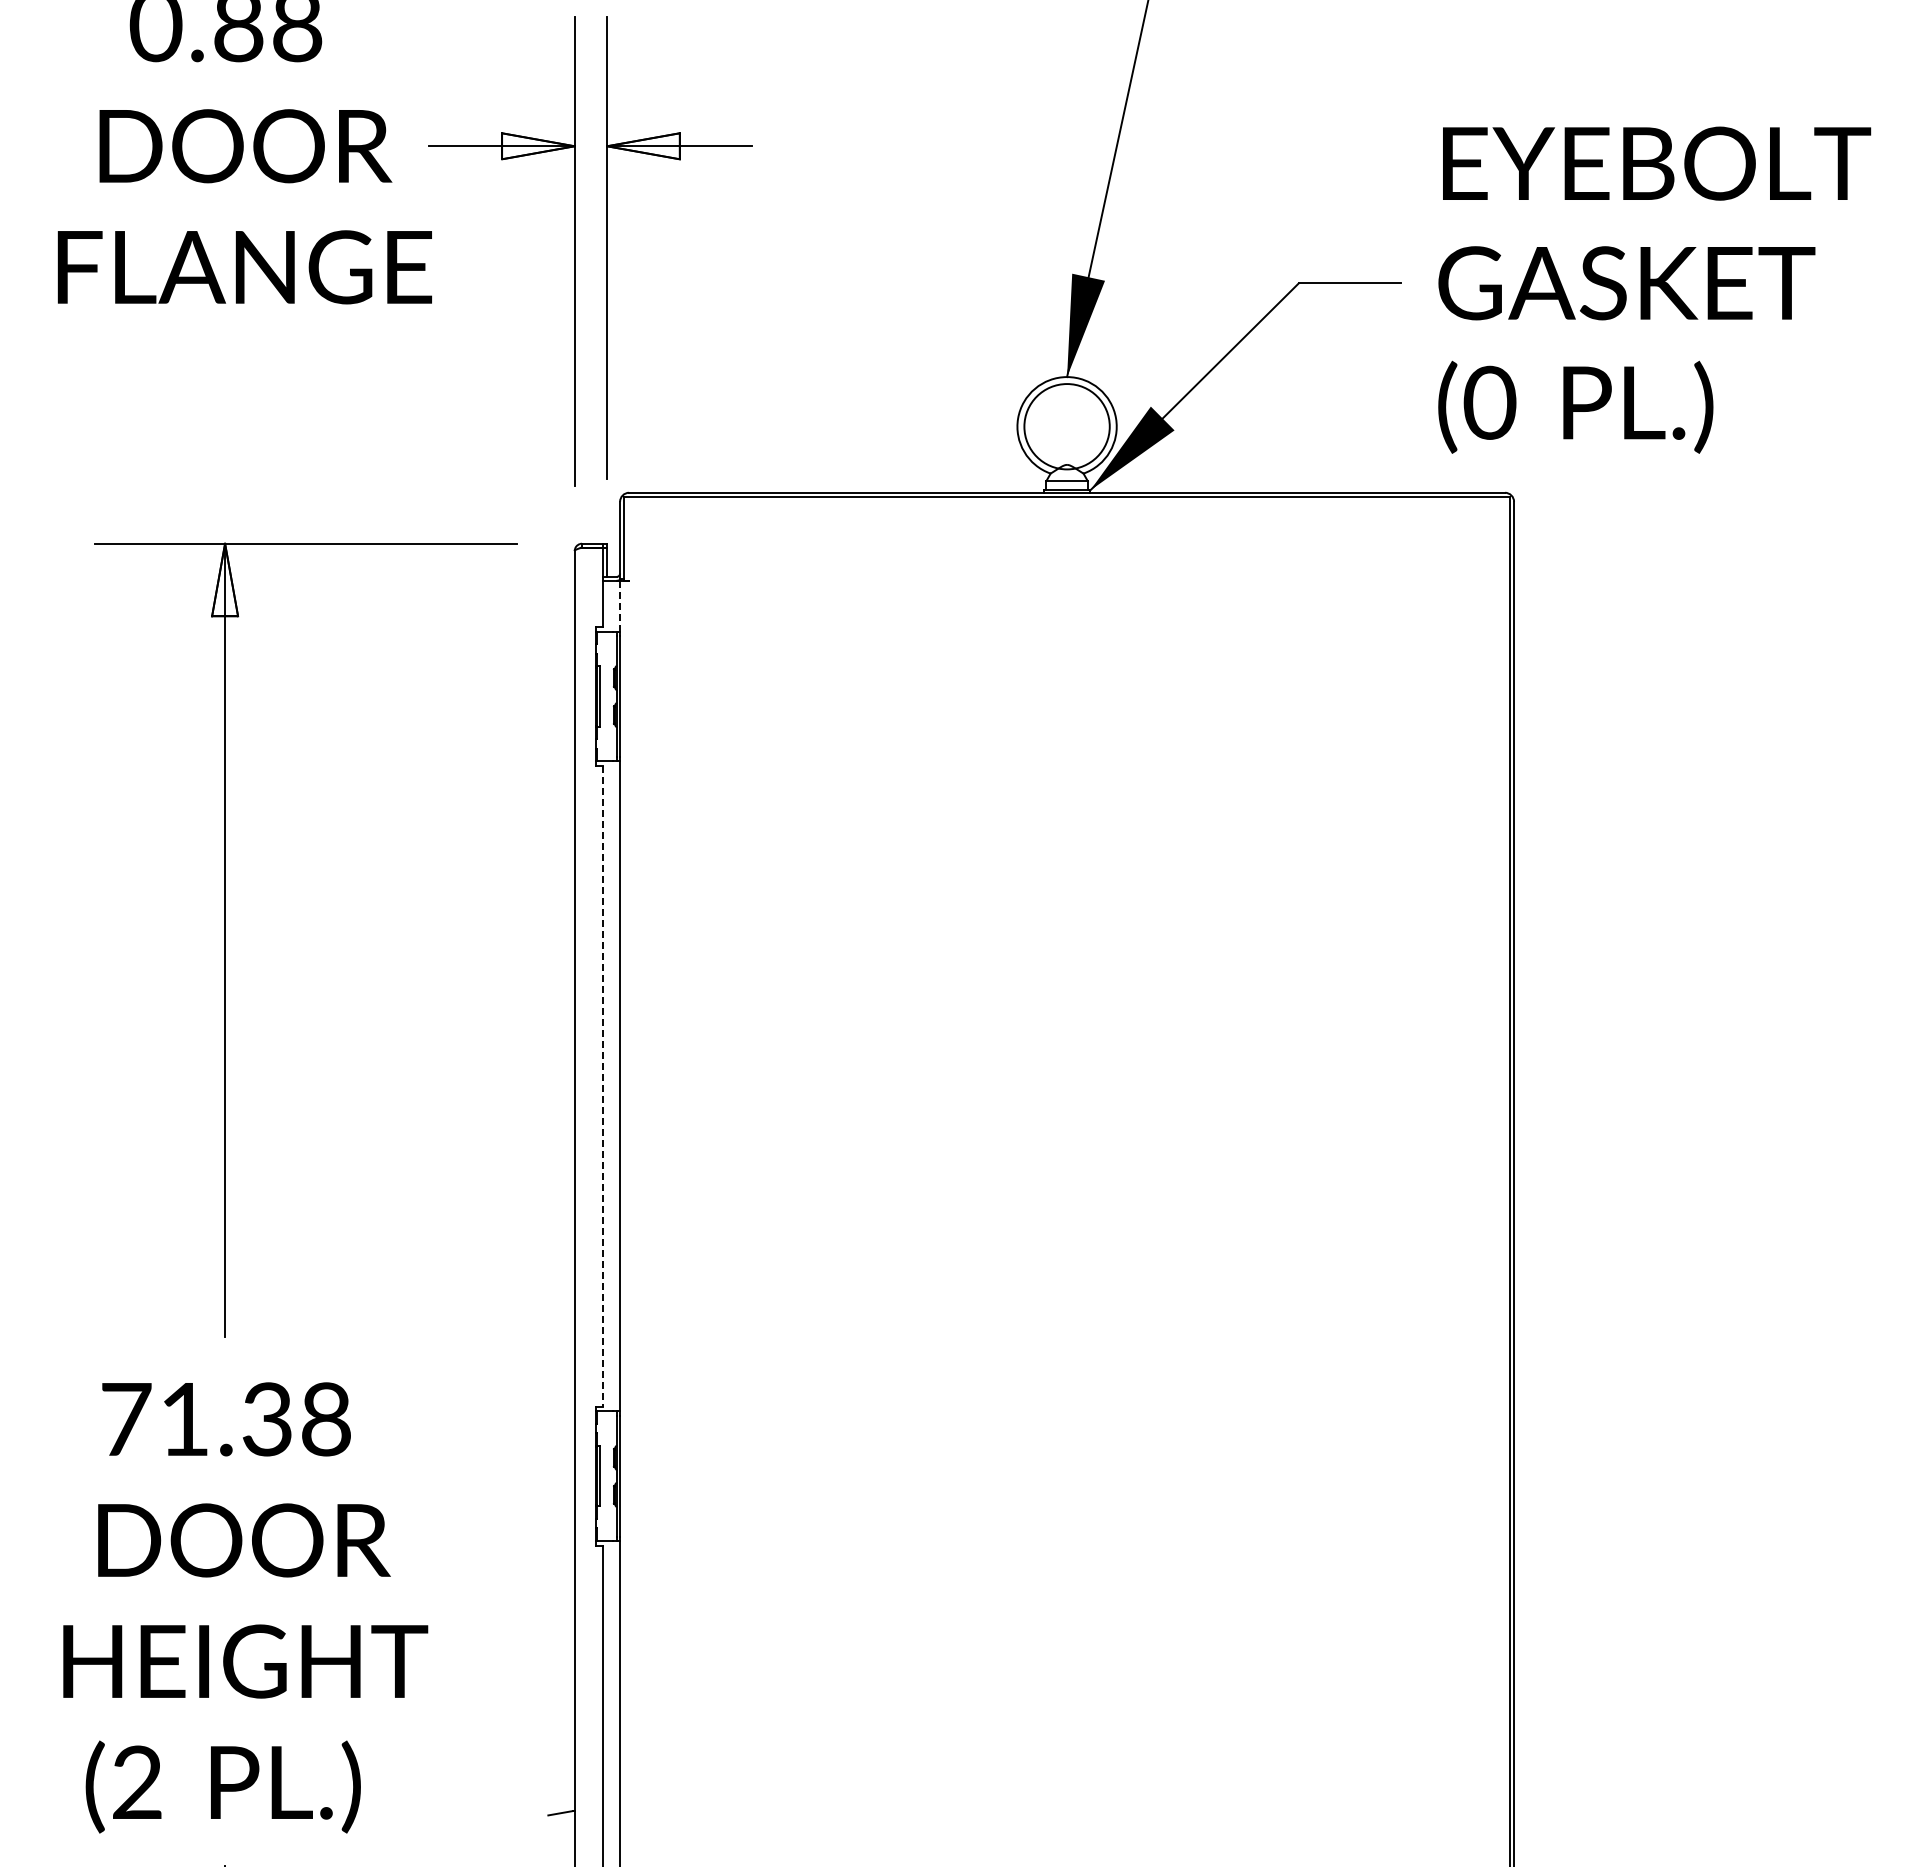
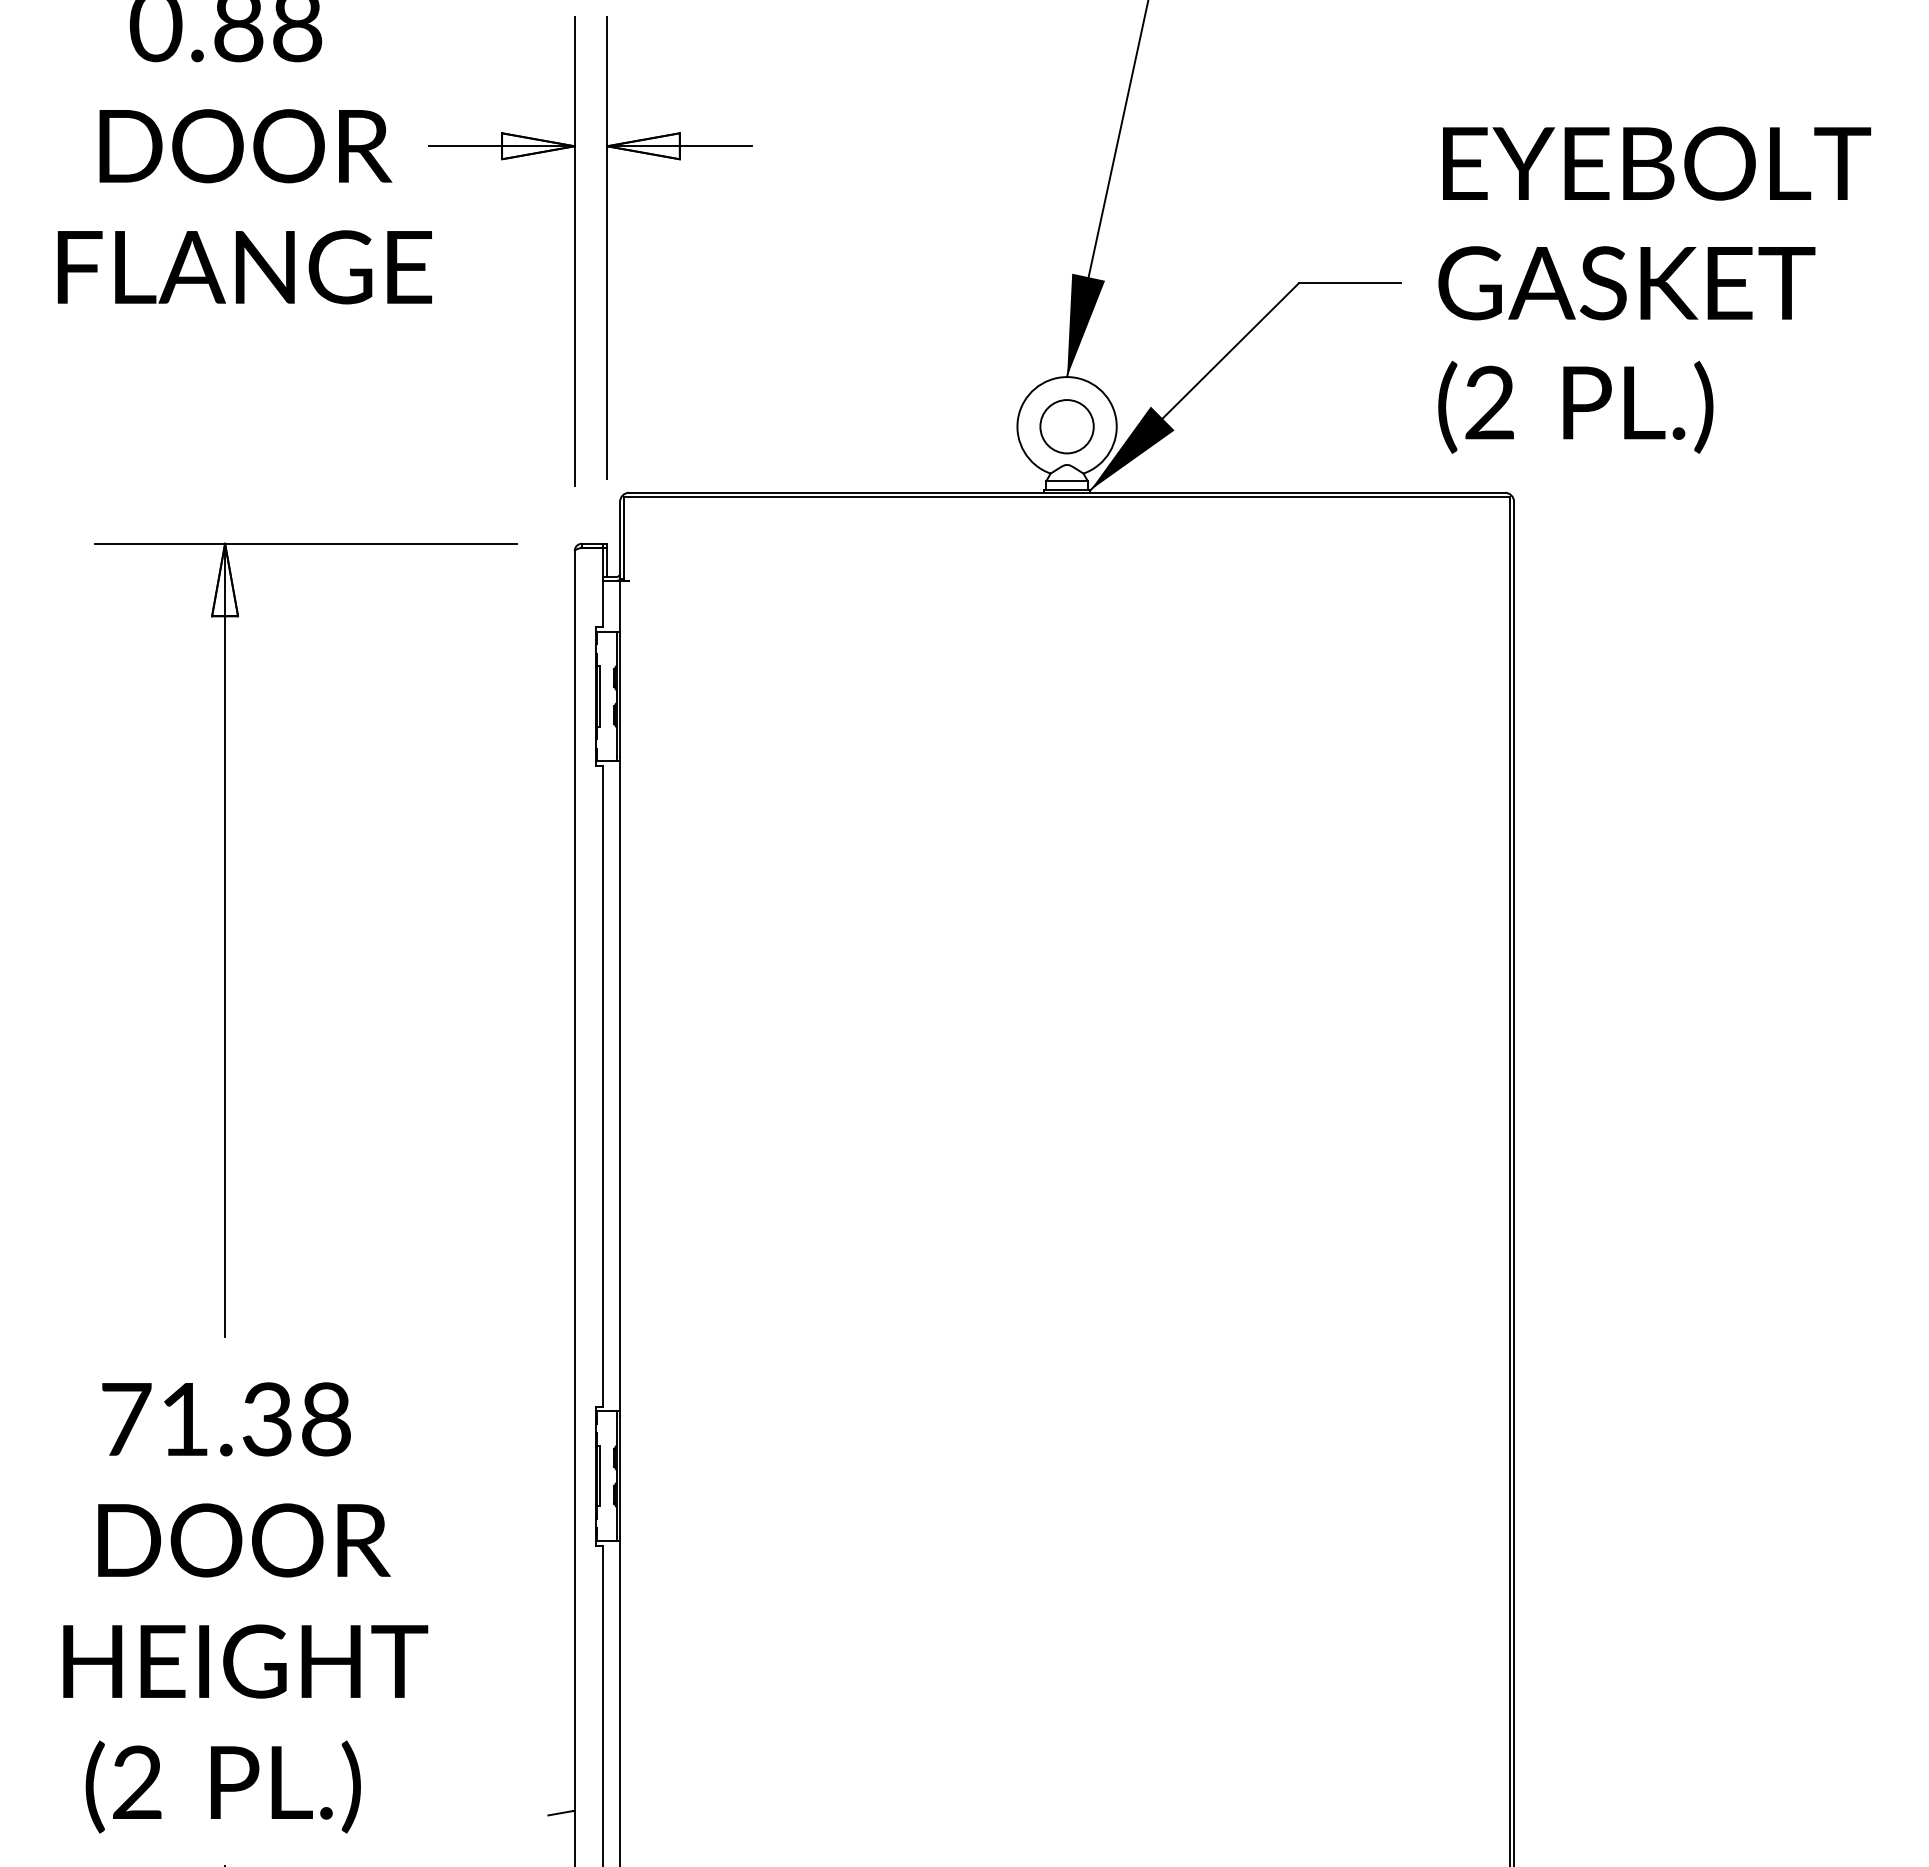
text at (1489, 402): (0 -> (2
circle at (1066, 426) diameter: 85 px -> 53 px
line at (620, 605): dashed -> solid
line at (602, 1086): dashed -> solid
